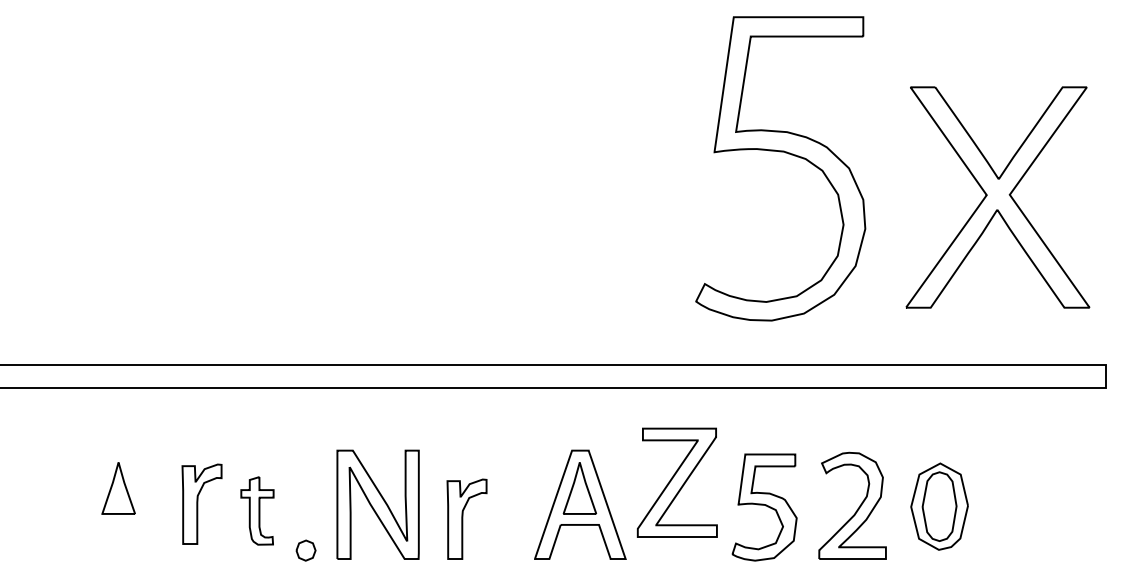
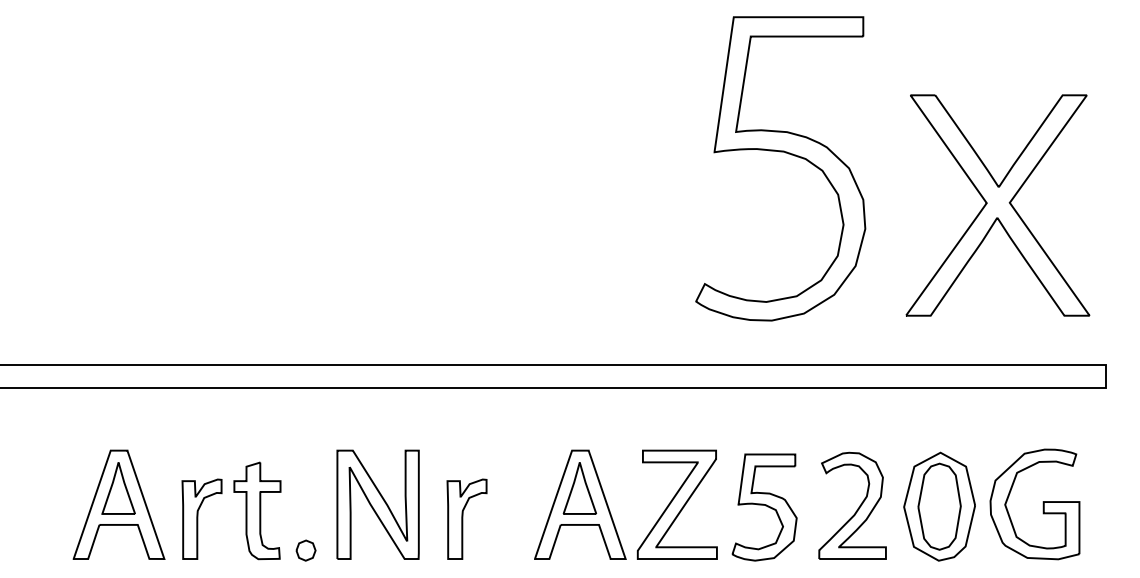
part at (997, 197) position: (997, 197) -> (997, 205)
part at (676, 482) position: (676, 482) -> (676, 504)
part at (201, 503) position: (201, 503) -> (201, 518)
part at (118, 504): none -> present
part at (1042, 504): none -> present
part at (939, 506) size: 59x89 px -> 73x111 px
part at (257, 510) size: 35x70 px -> 49x100 px
